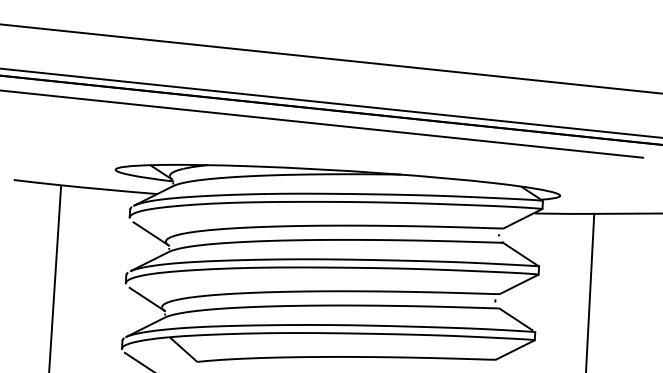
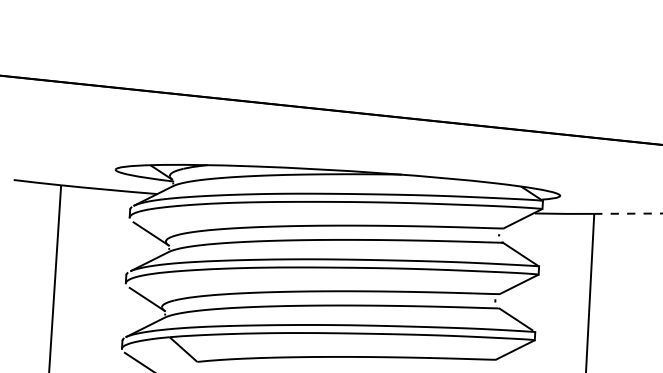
line at (330, 58): present -> none
line at (330, 102): present -> none
line at (322, 123): present -> none
line at (628, 213): solid -> dashed
